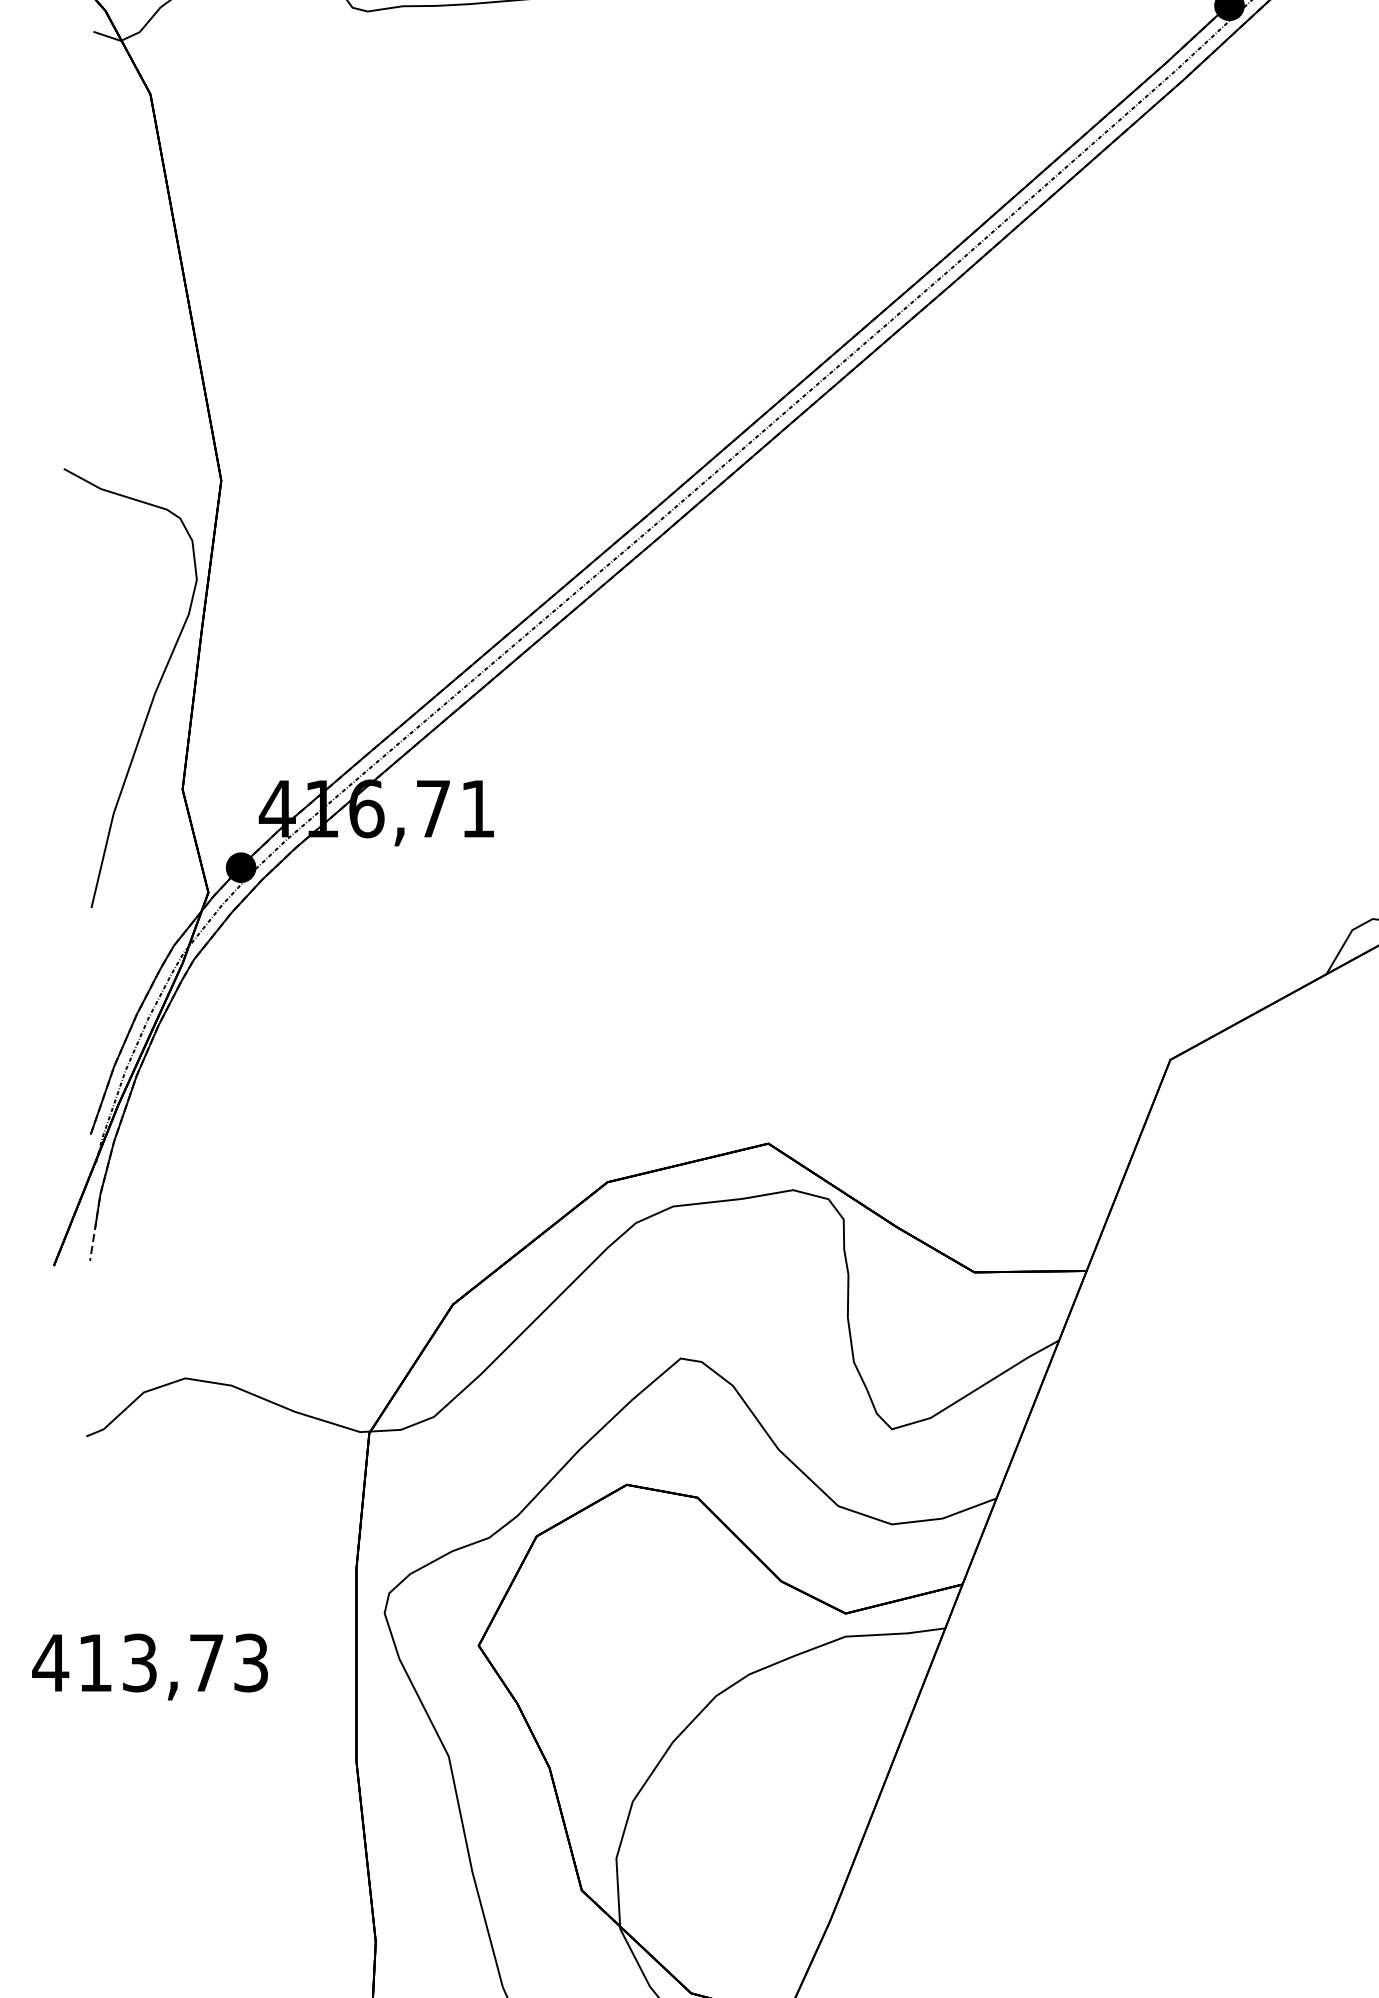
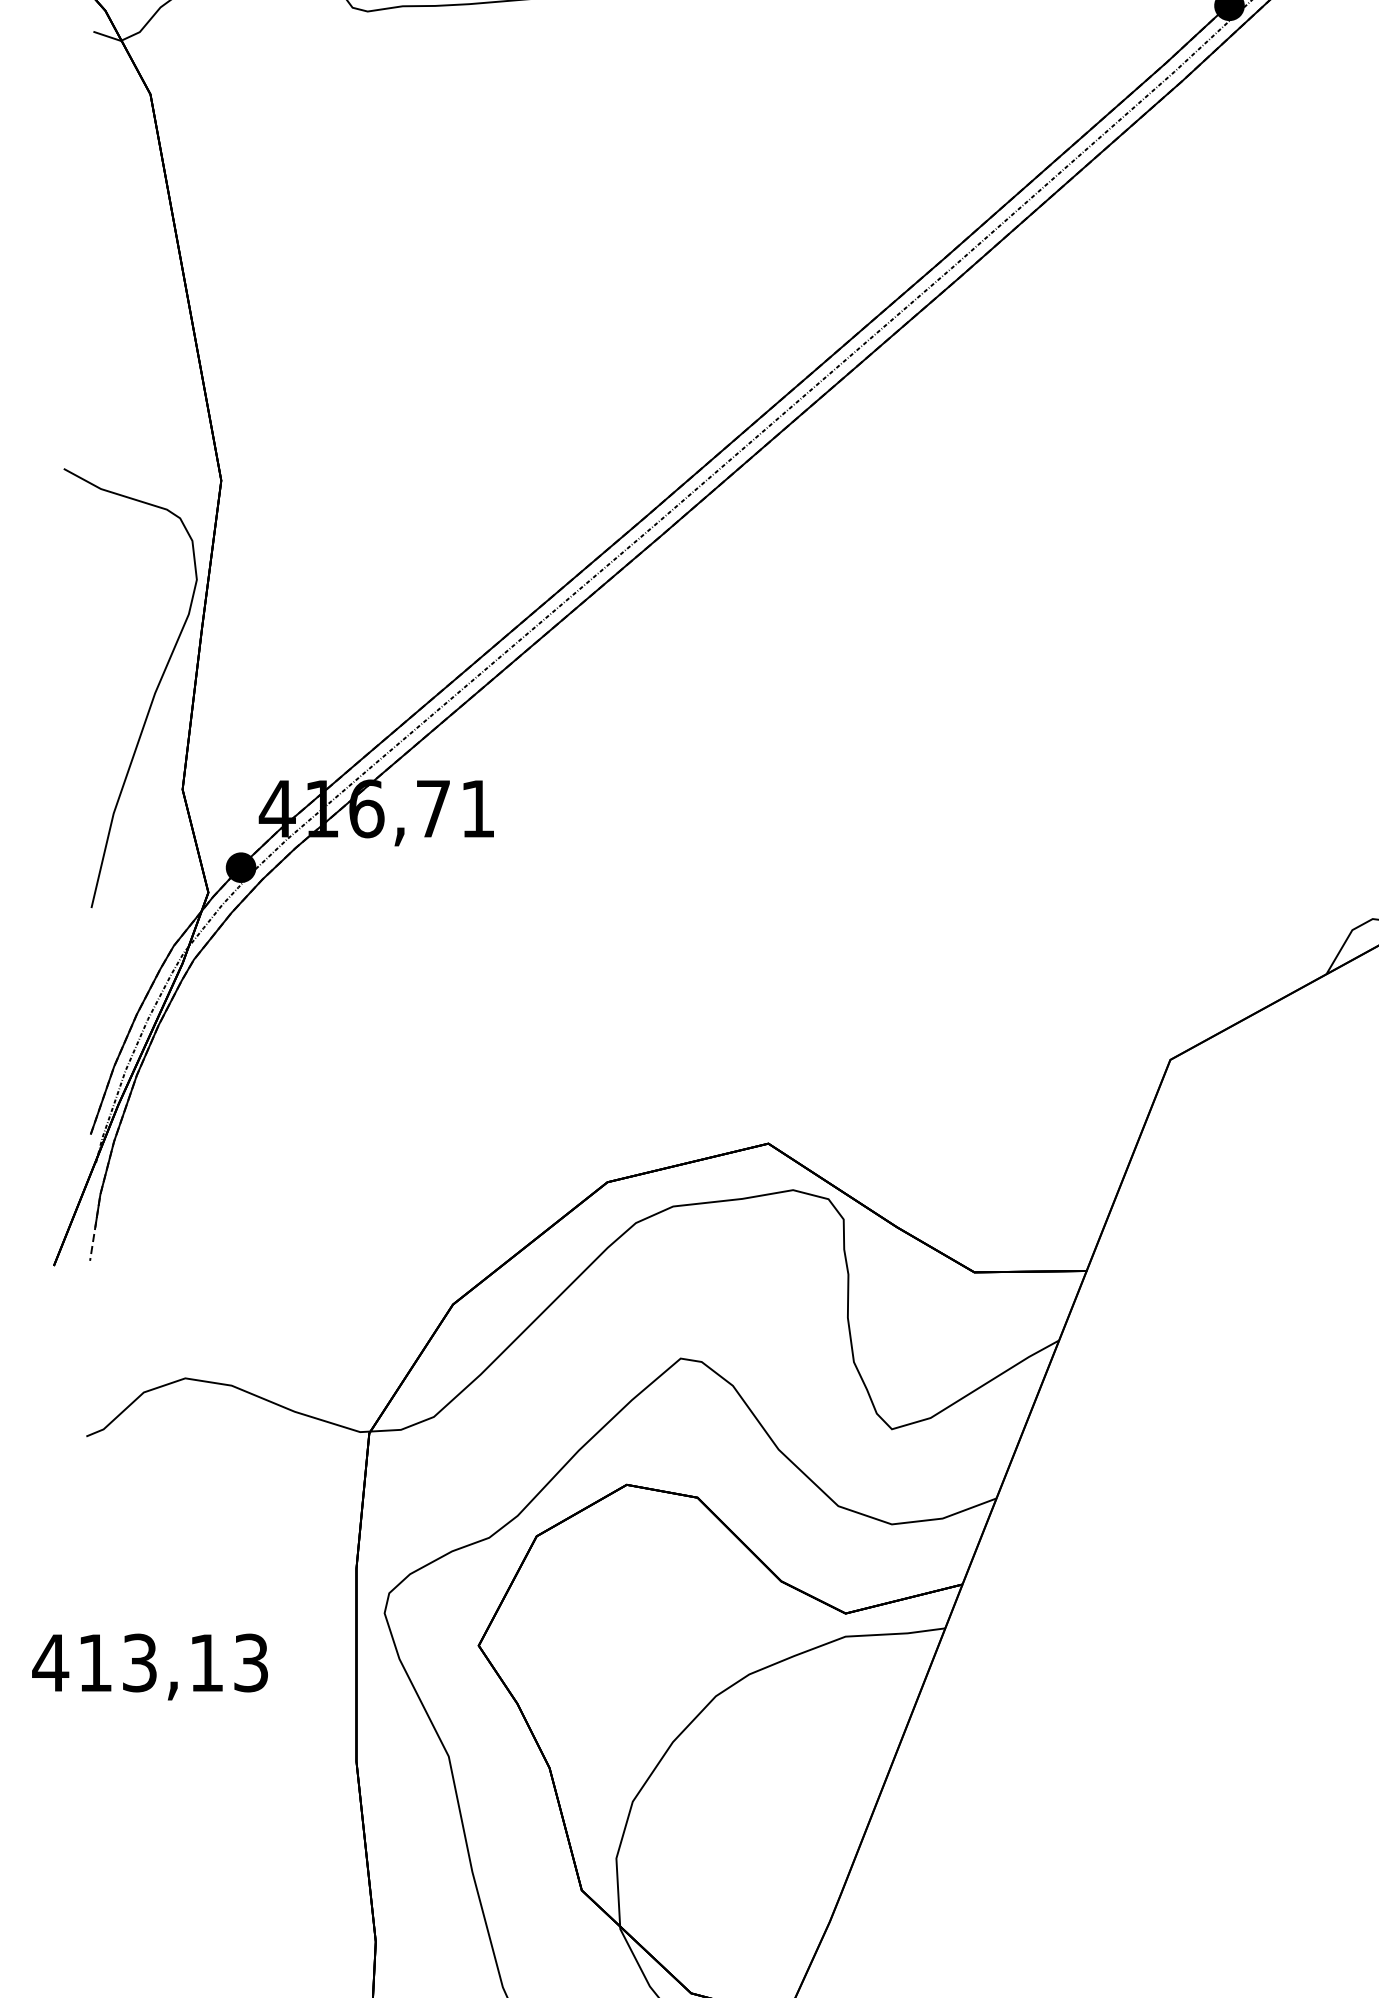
text at (206, 1662): 413,73 -> 413,13
